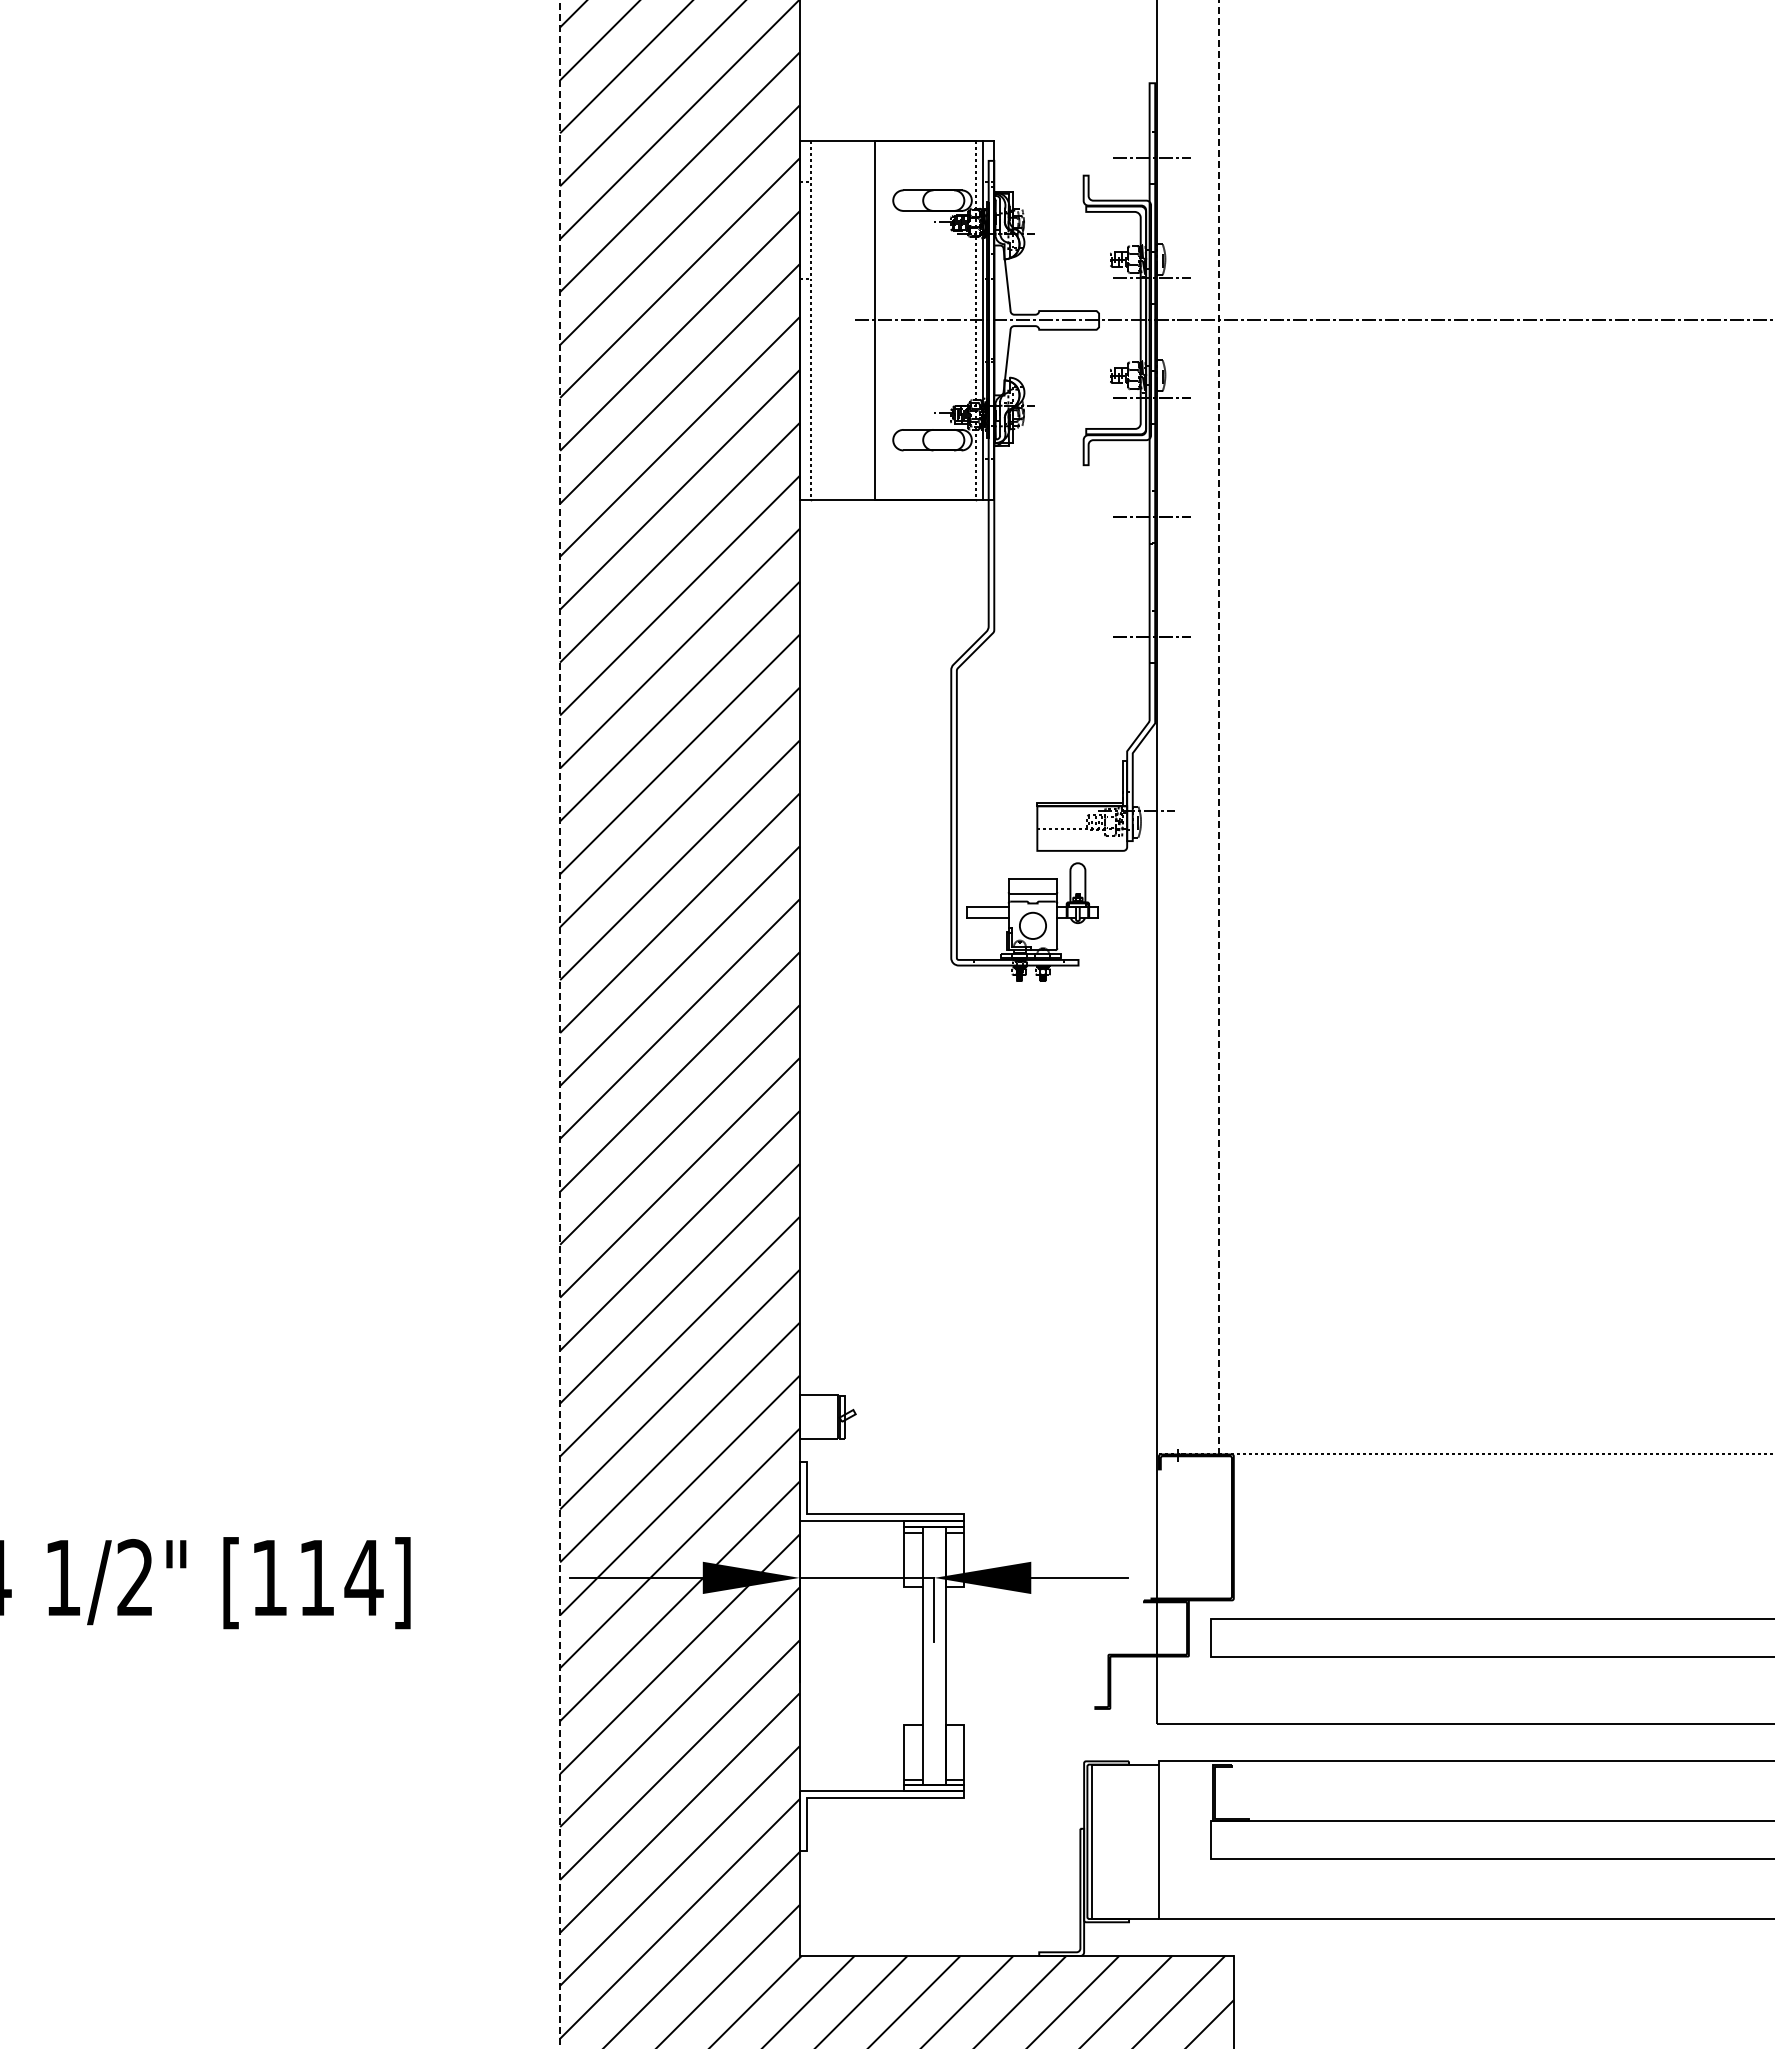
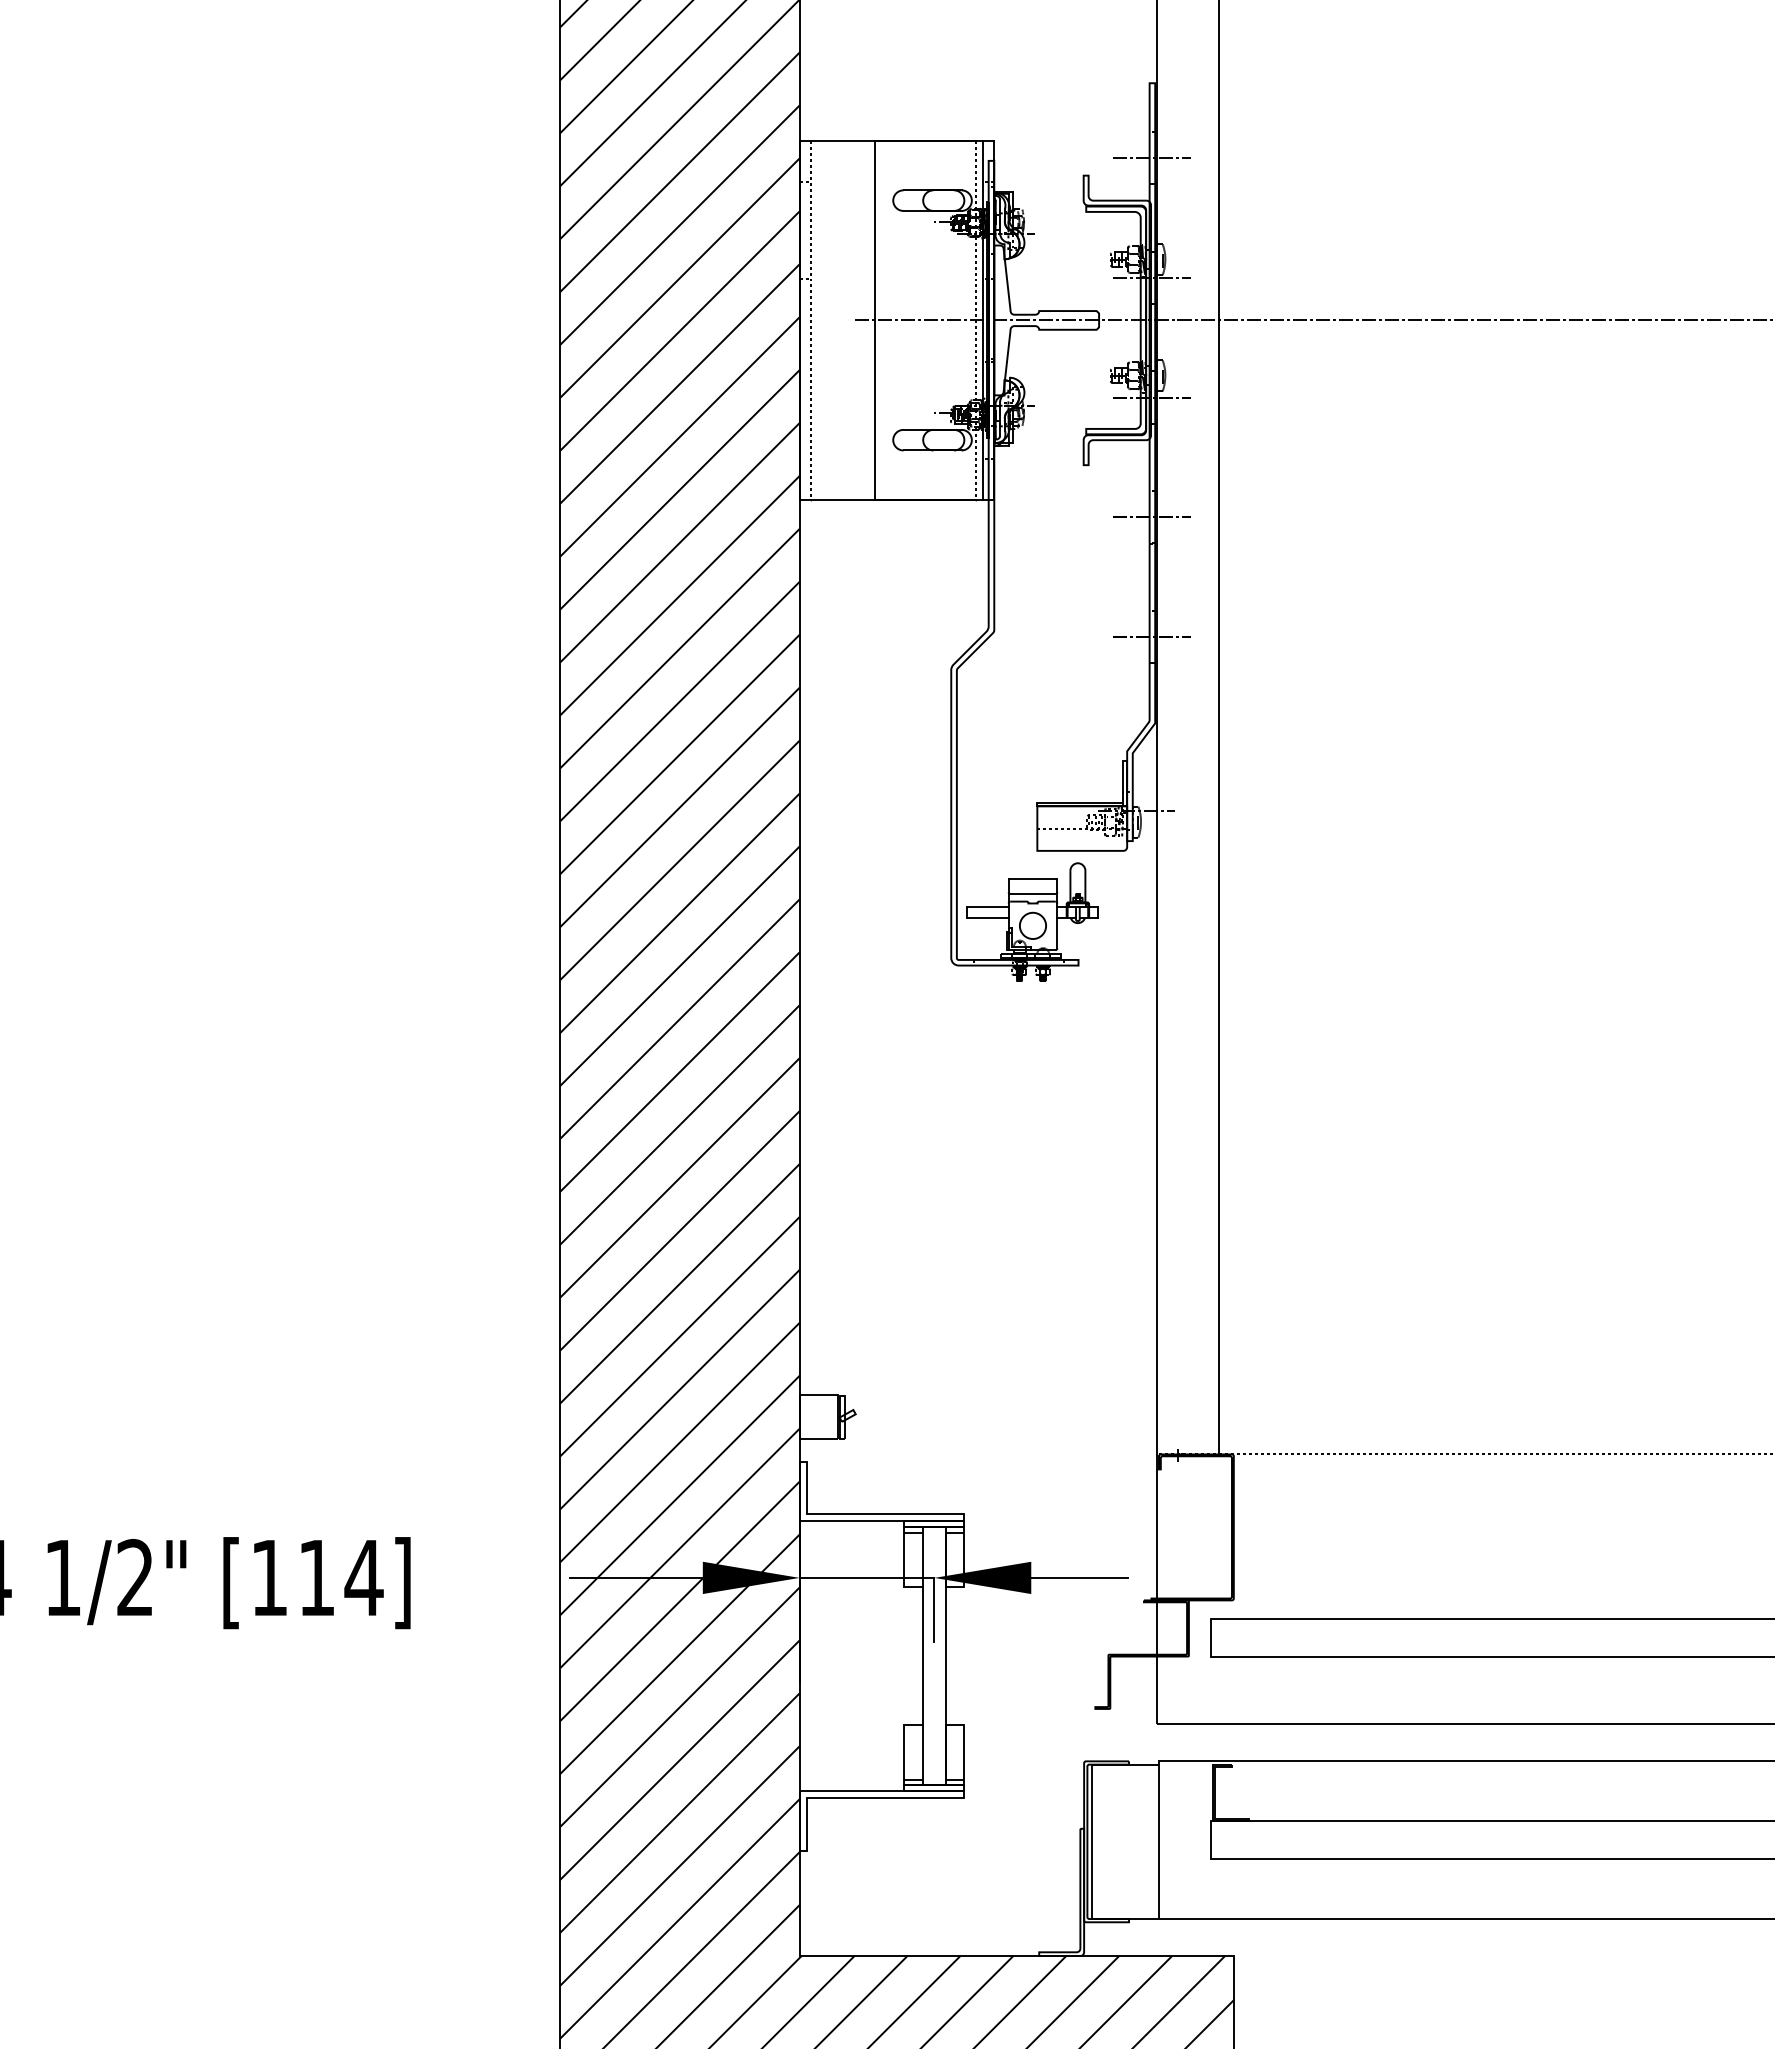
line at (1218, 727): dashed -> solid
line at (560, 1024): dashed -> solid
